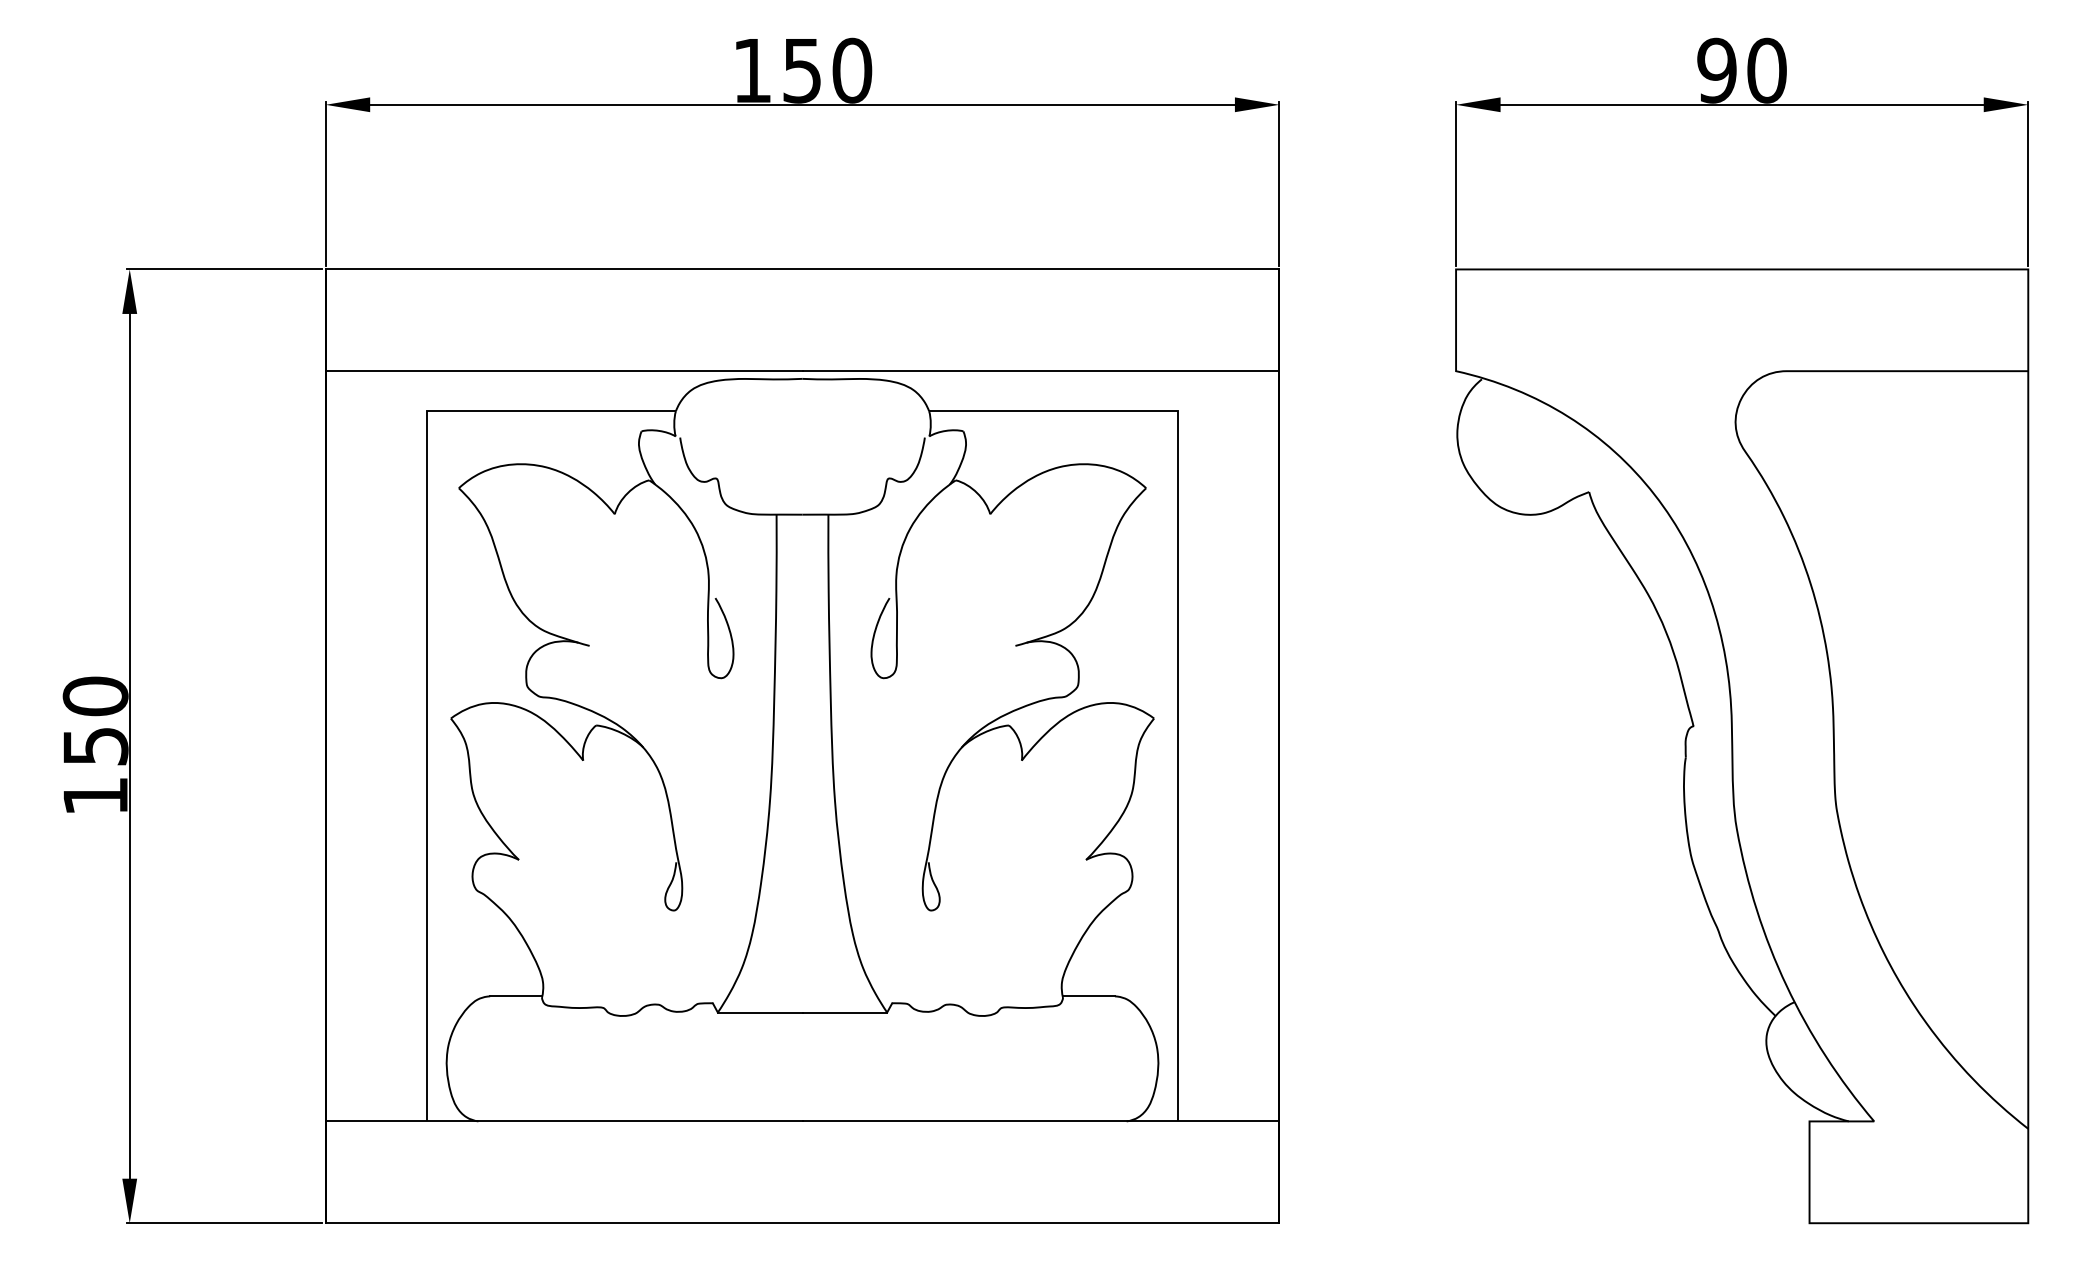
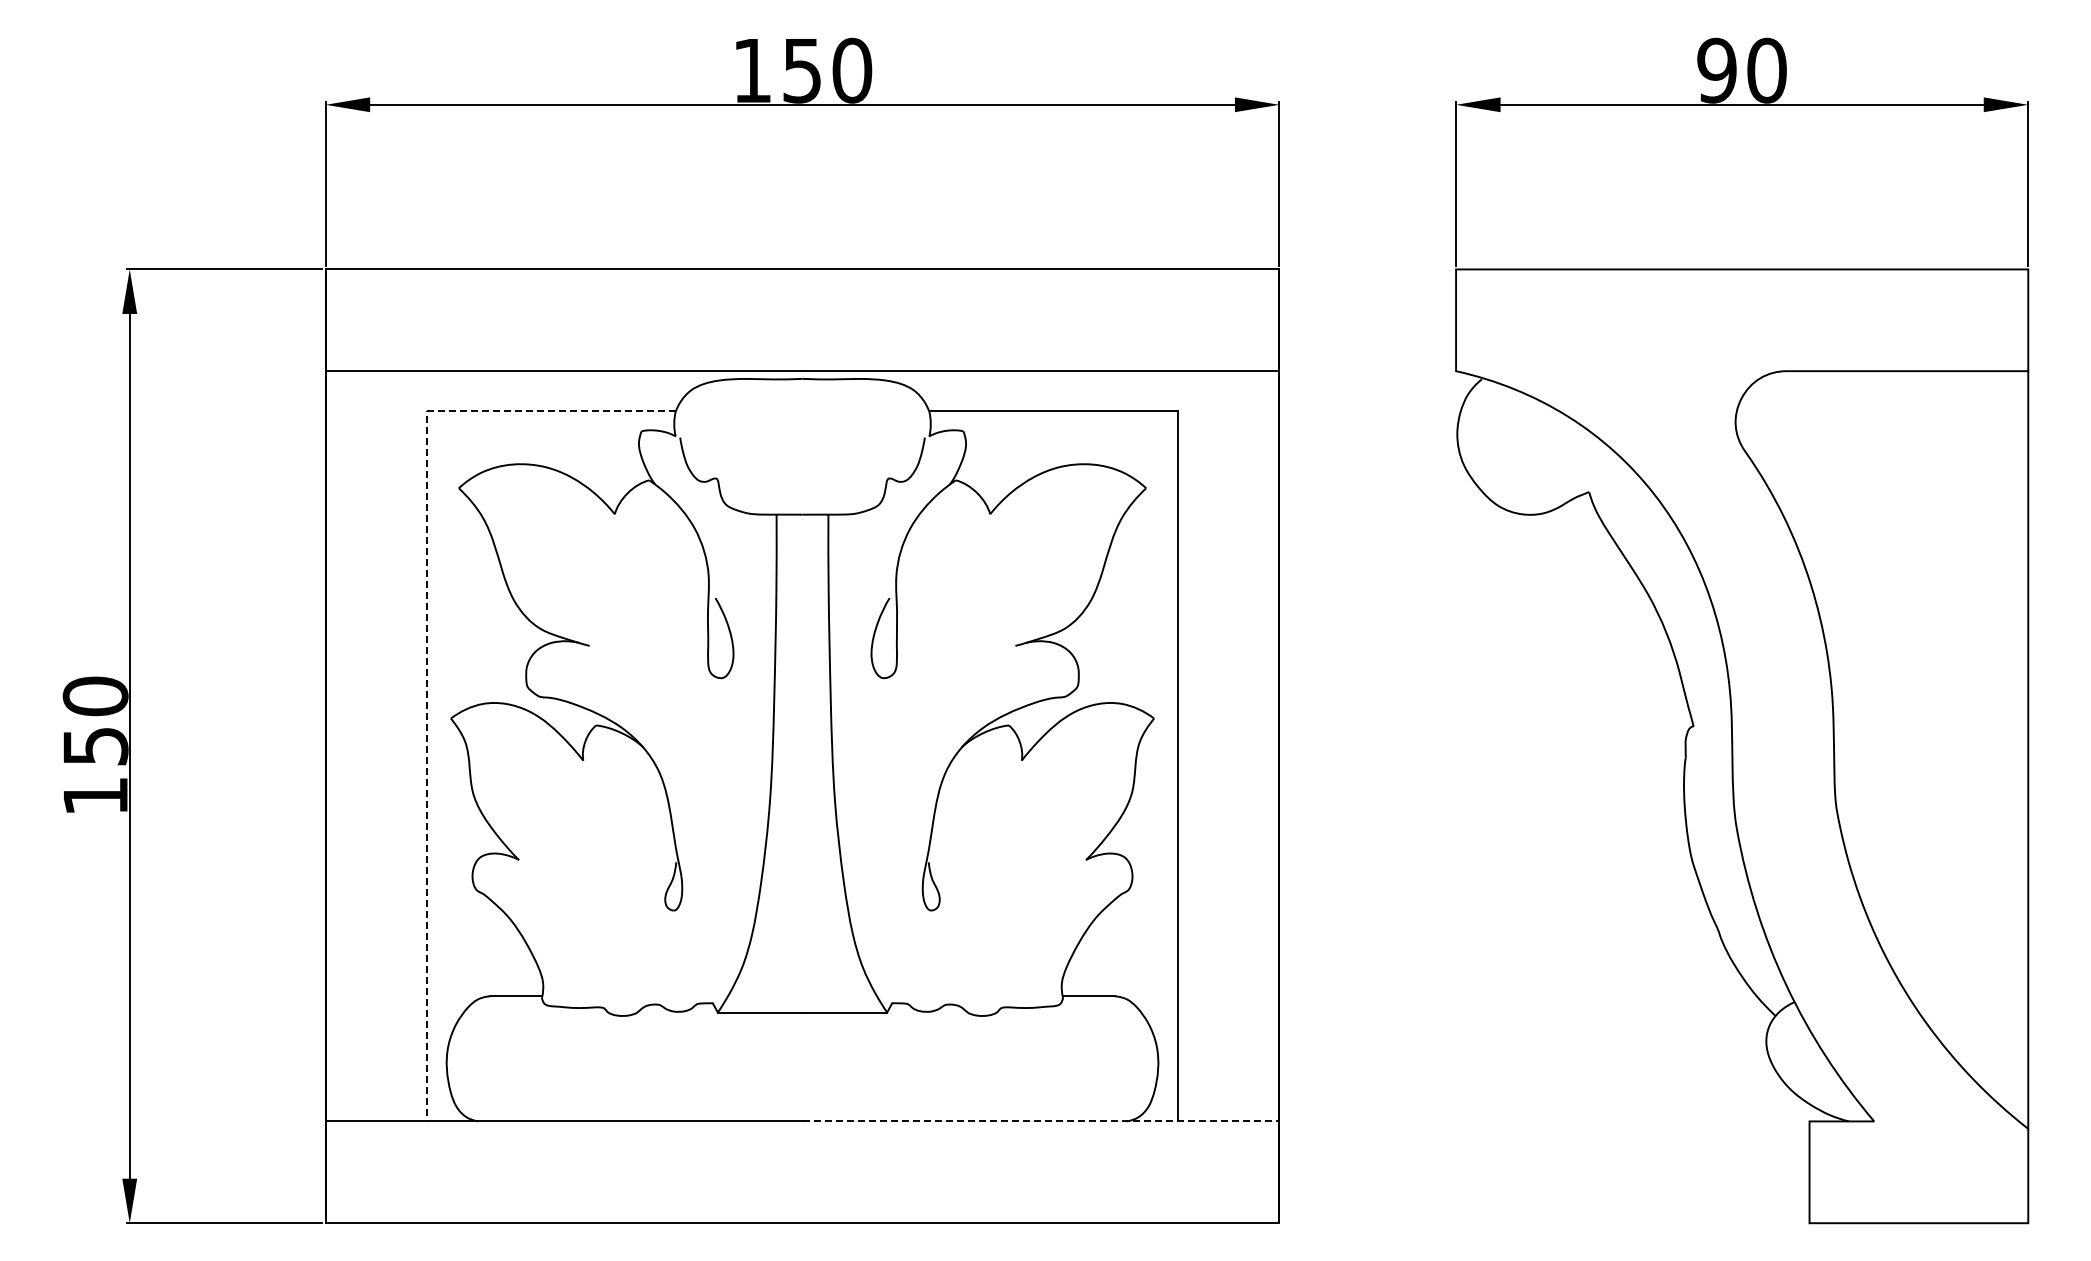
line at (427, 641): solid -> dashed
line at (1041, 1121): solid -> dashed
